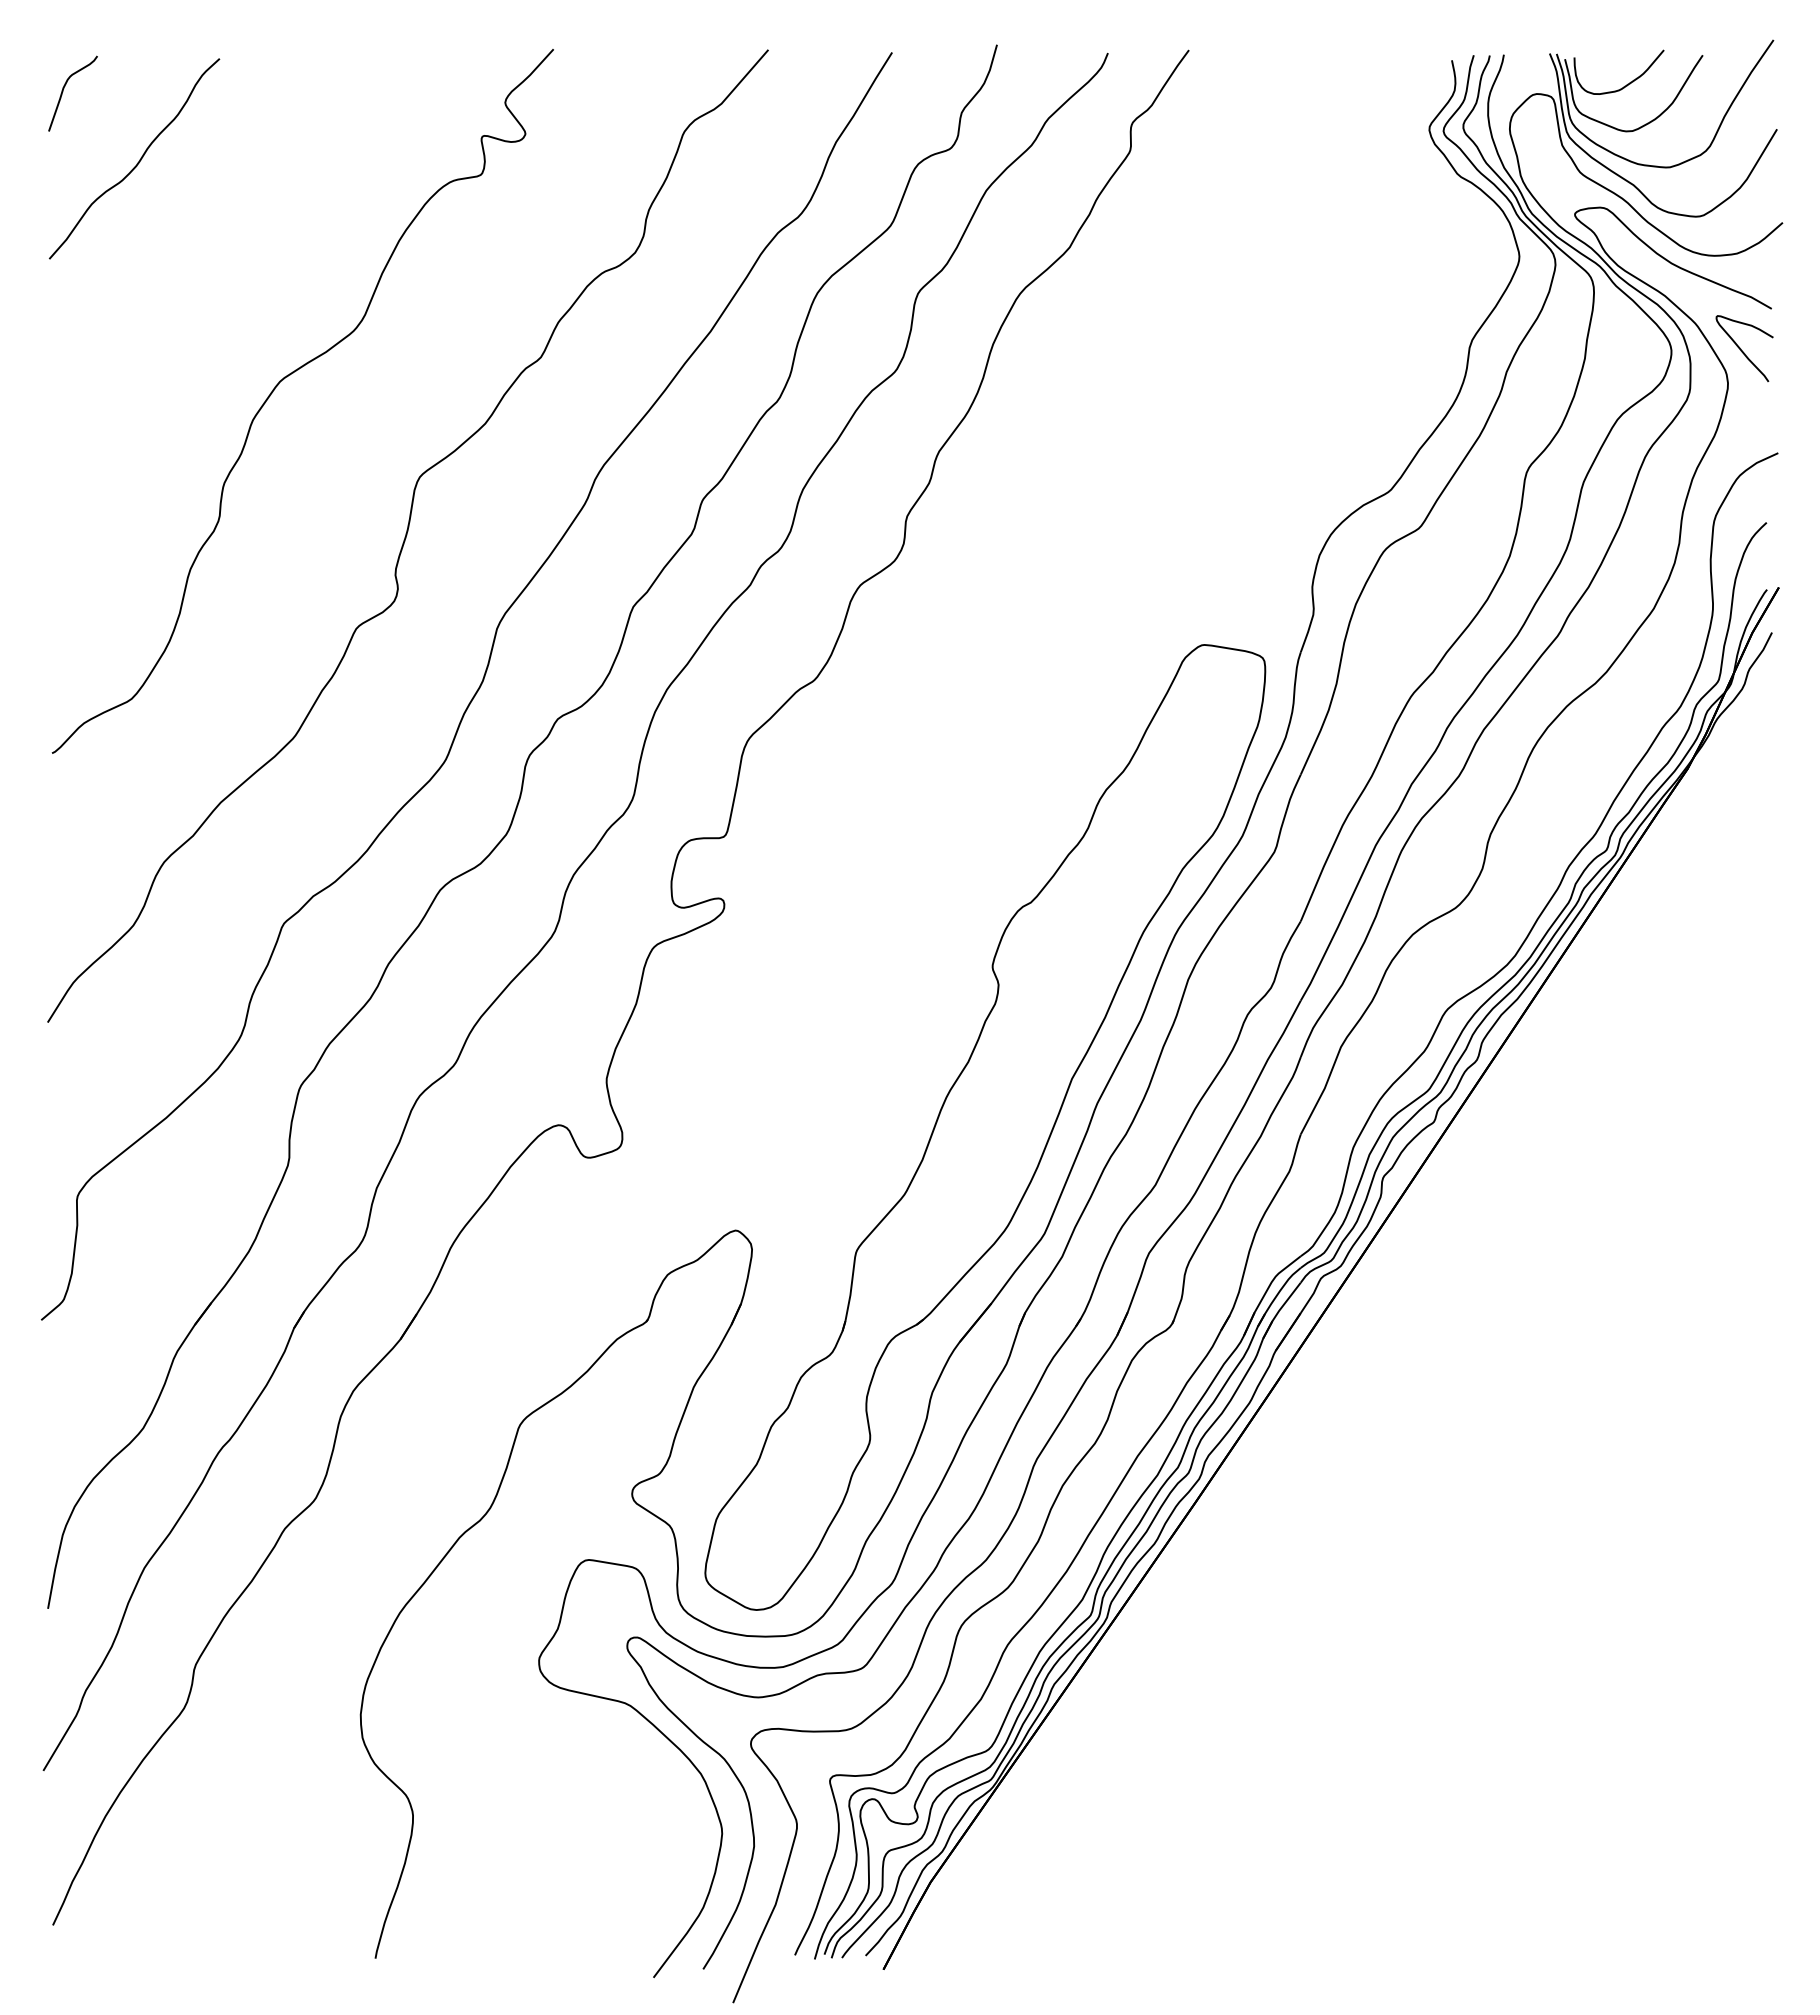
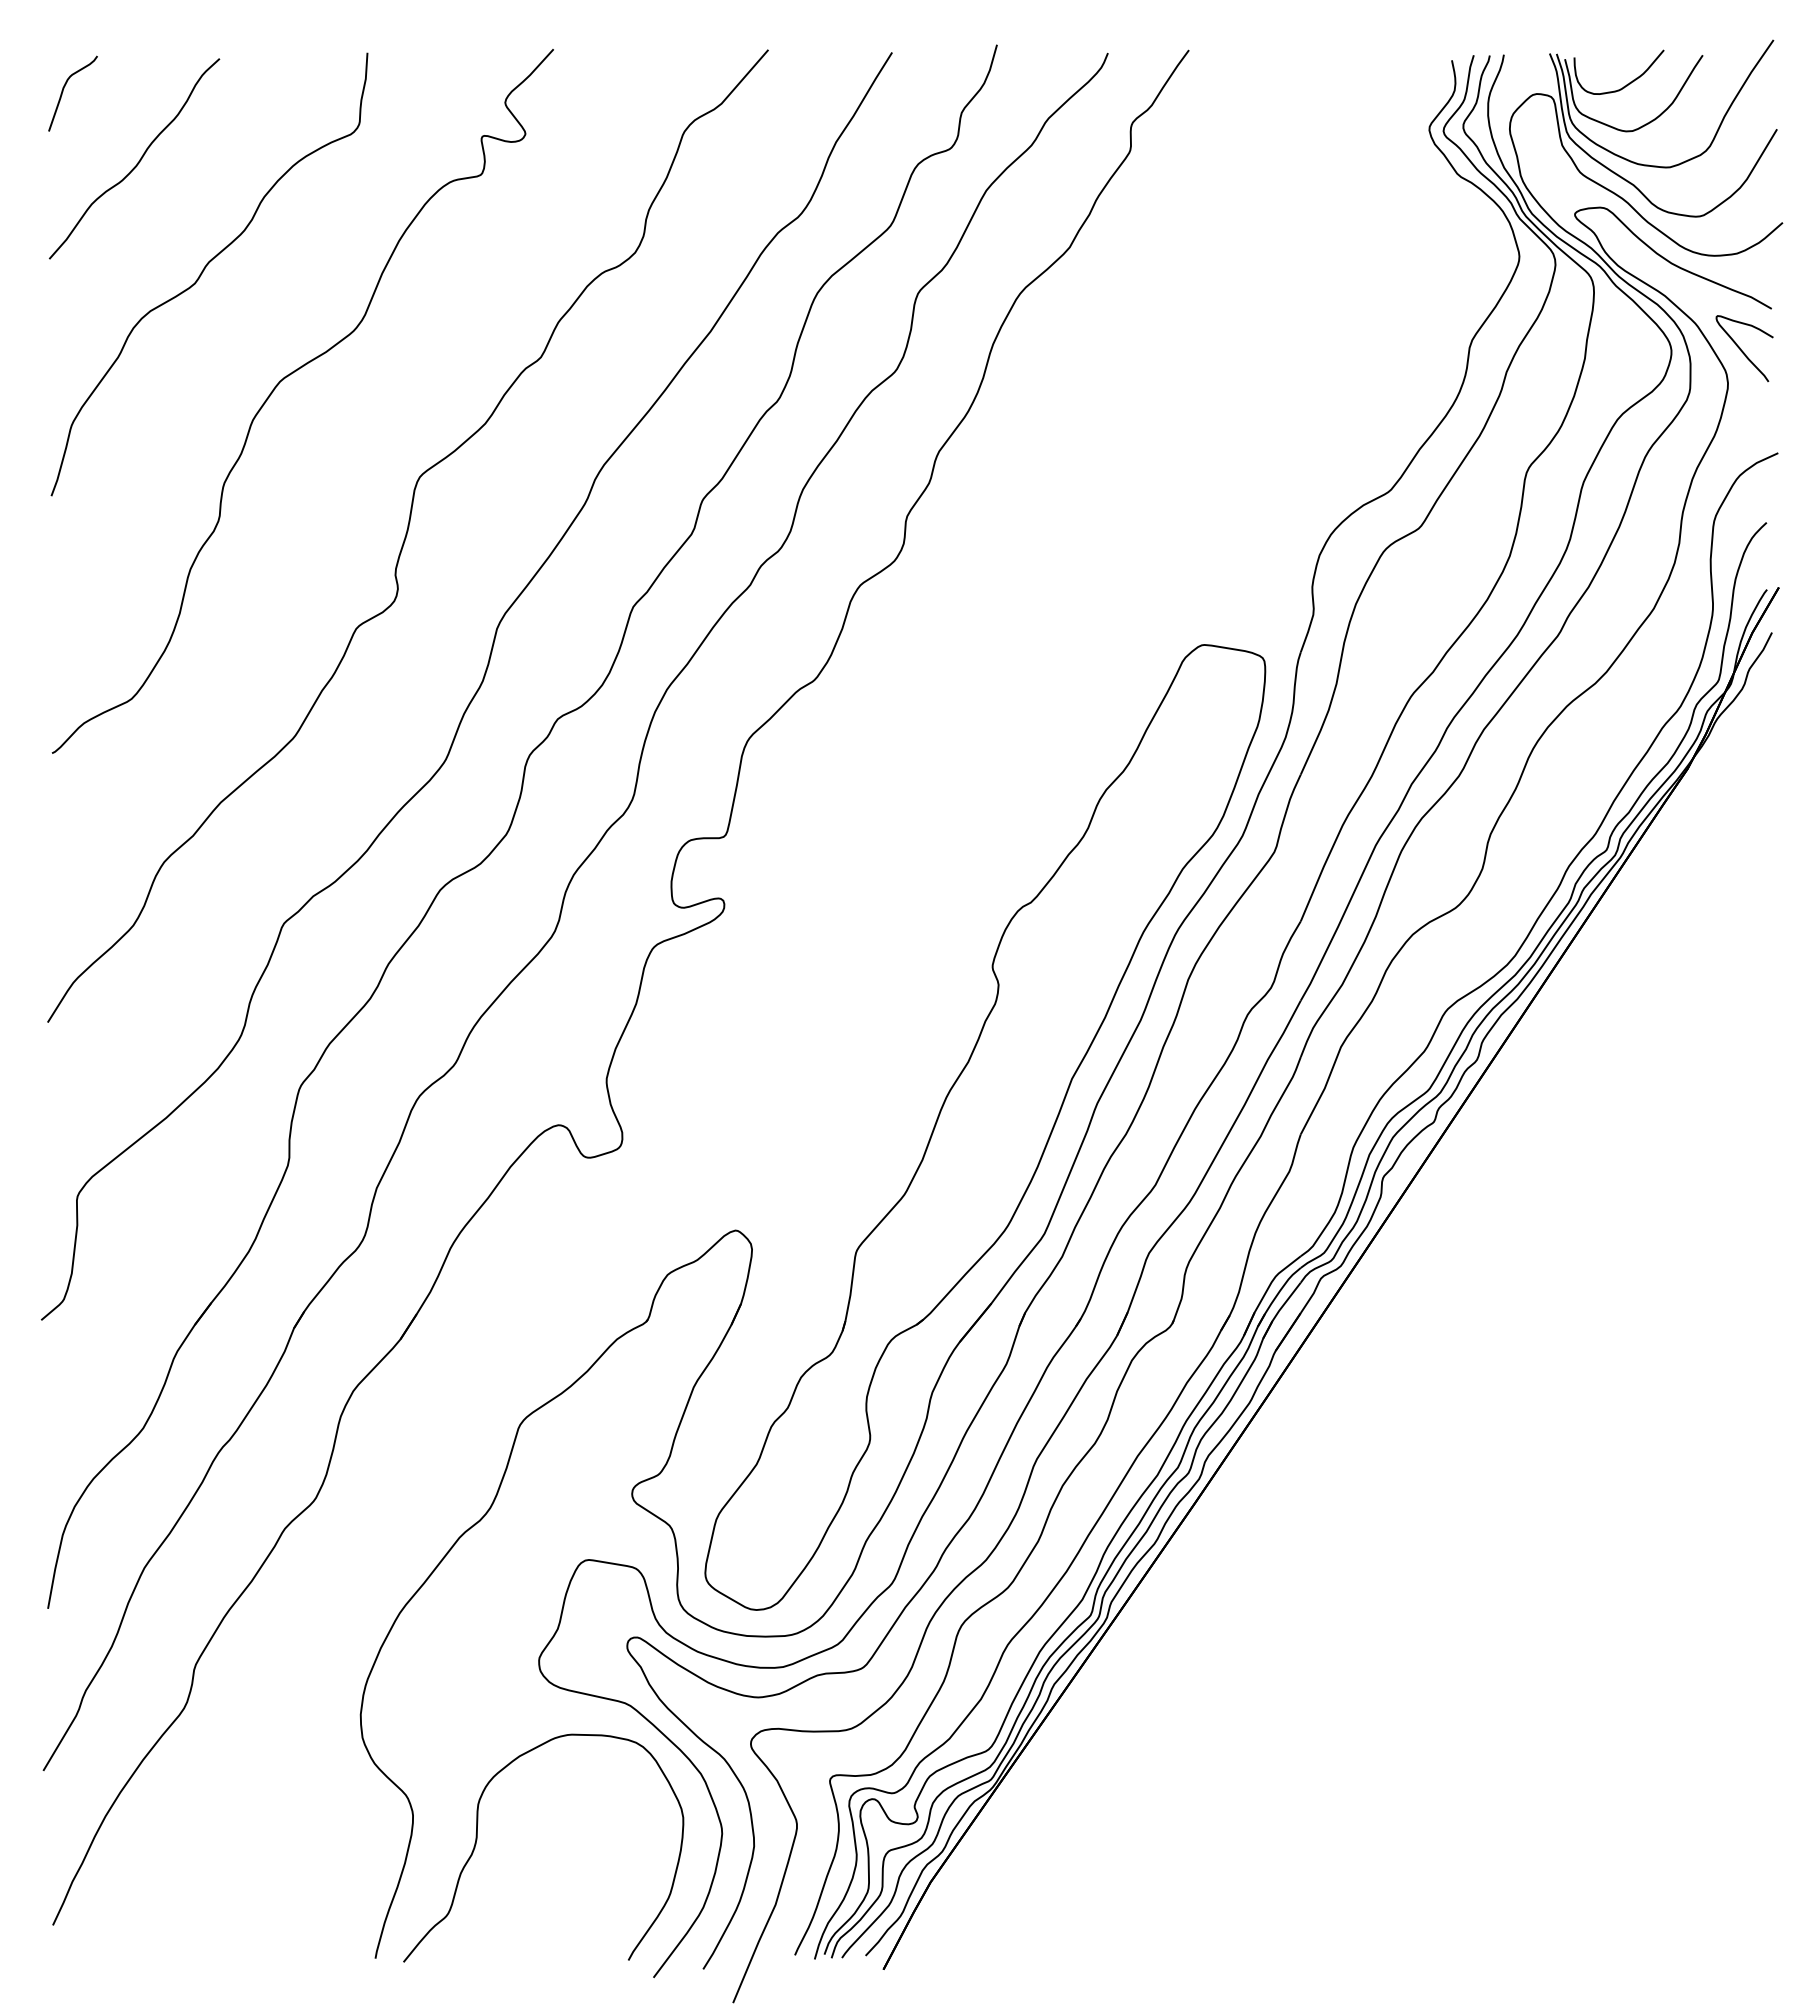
curve at (203, 272): none -> present
curve at (477, 1840): none -> present
